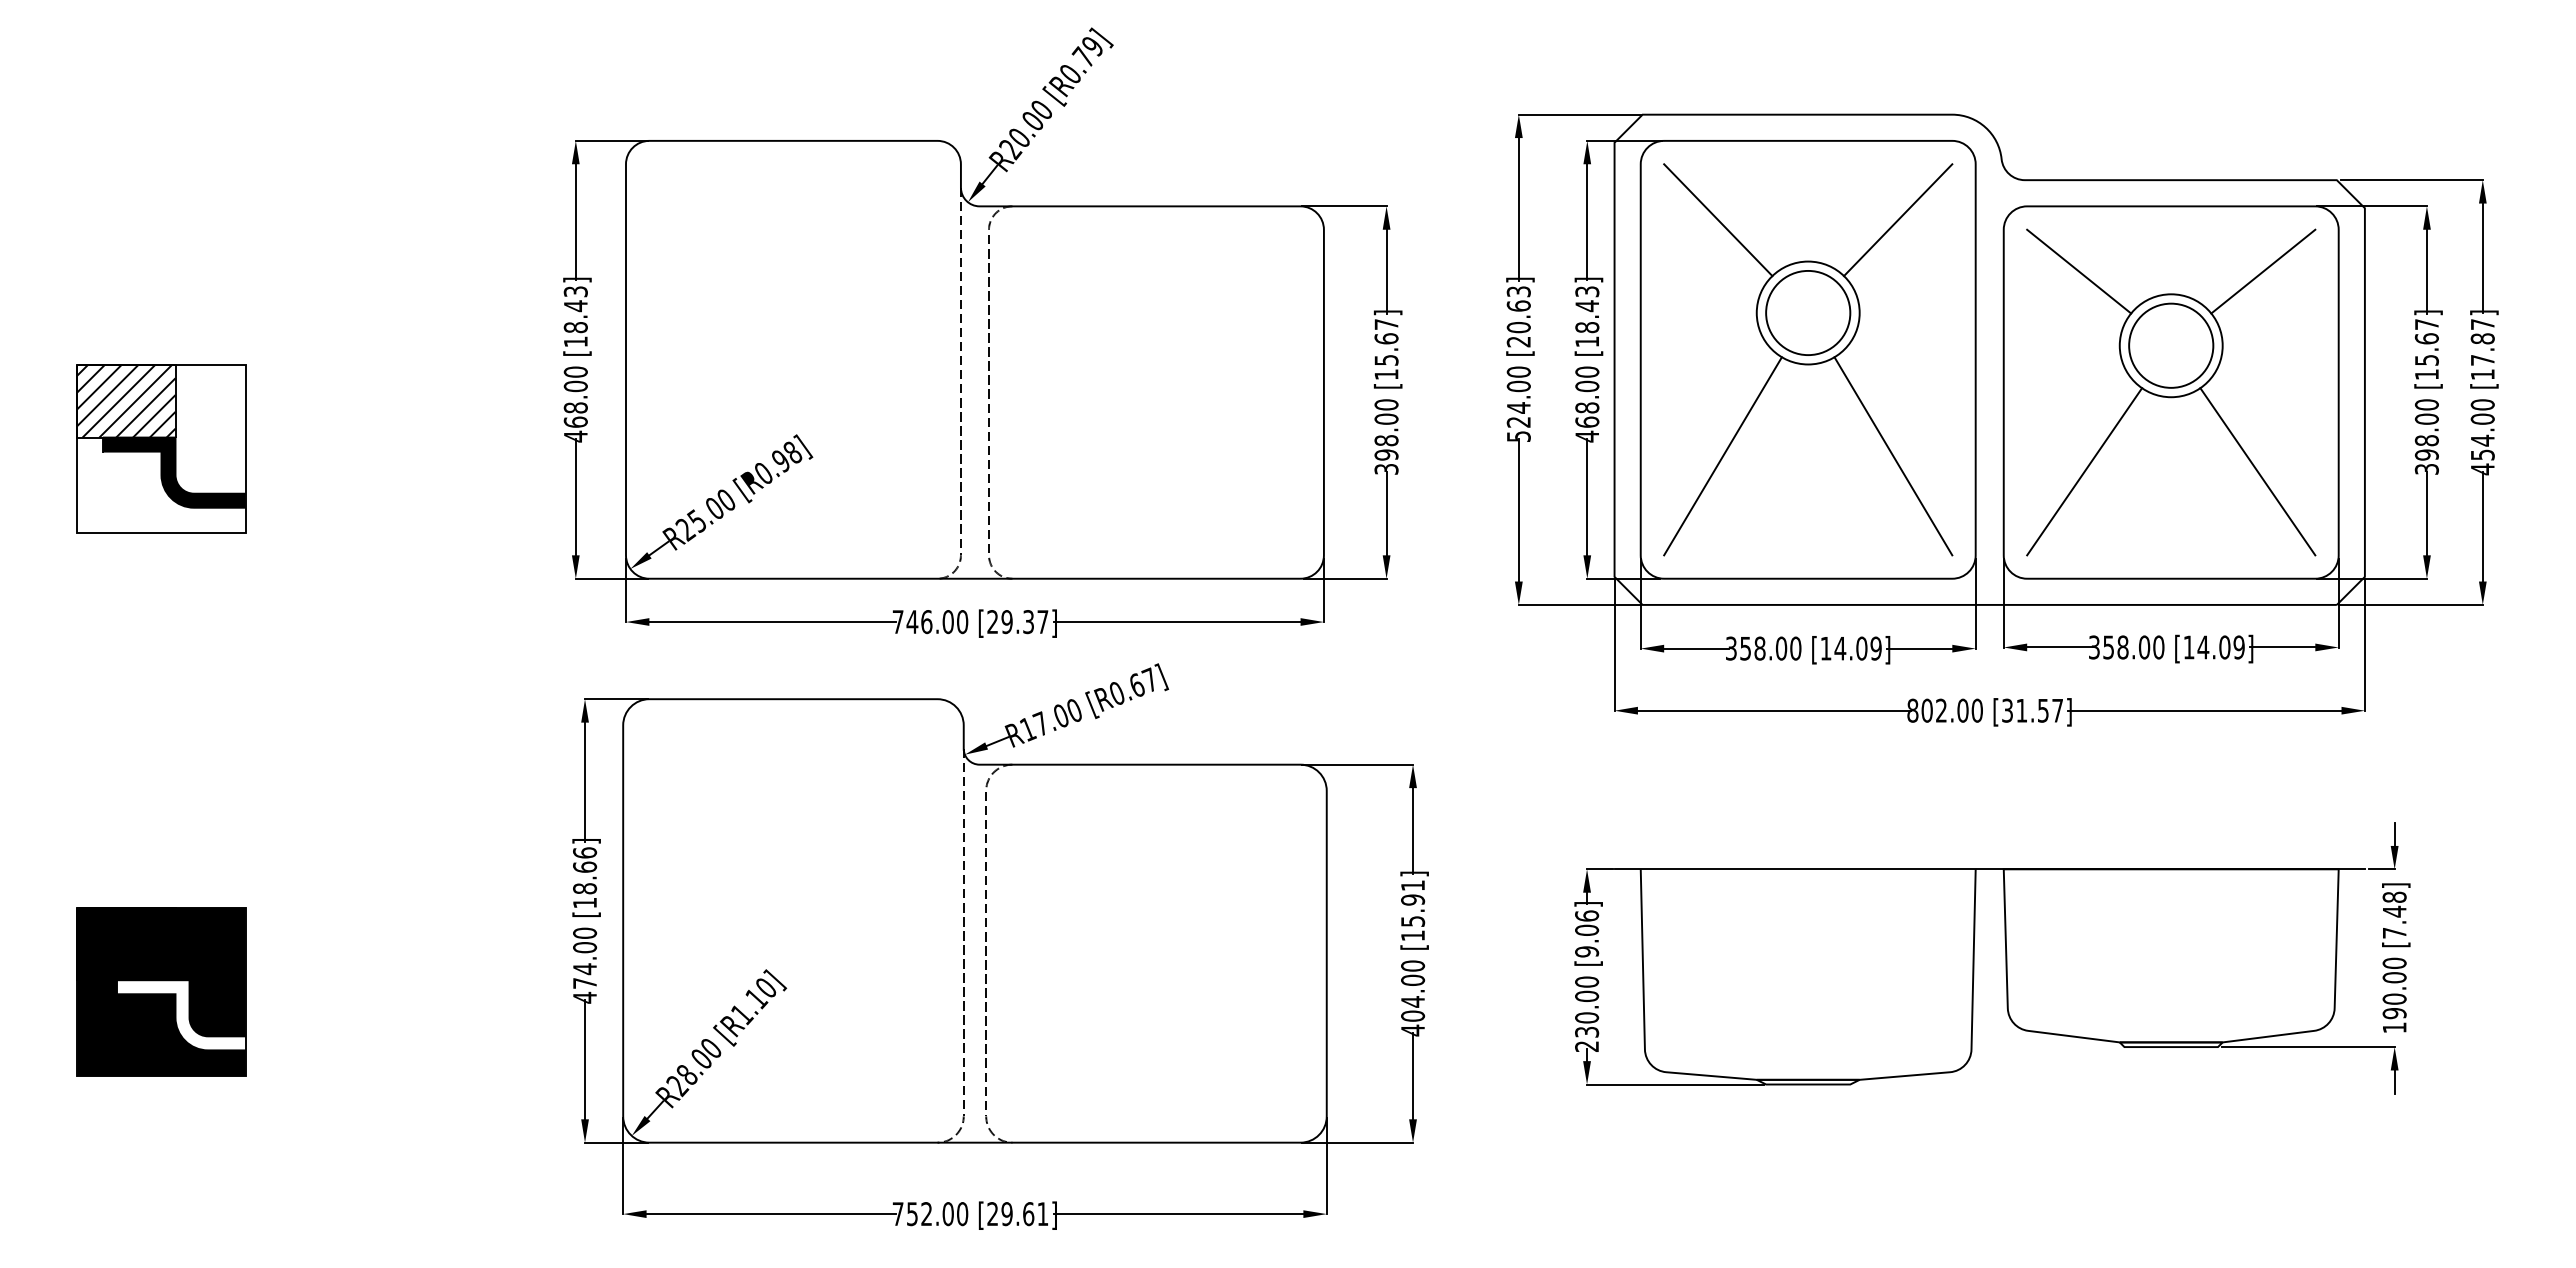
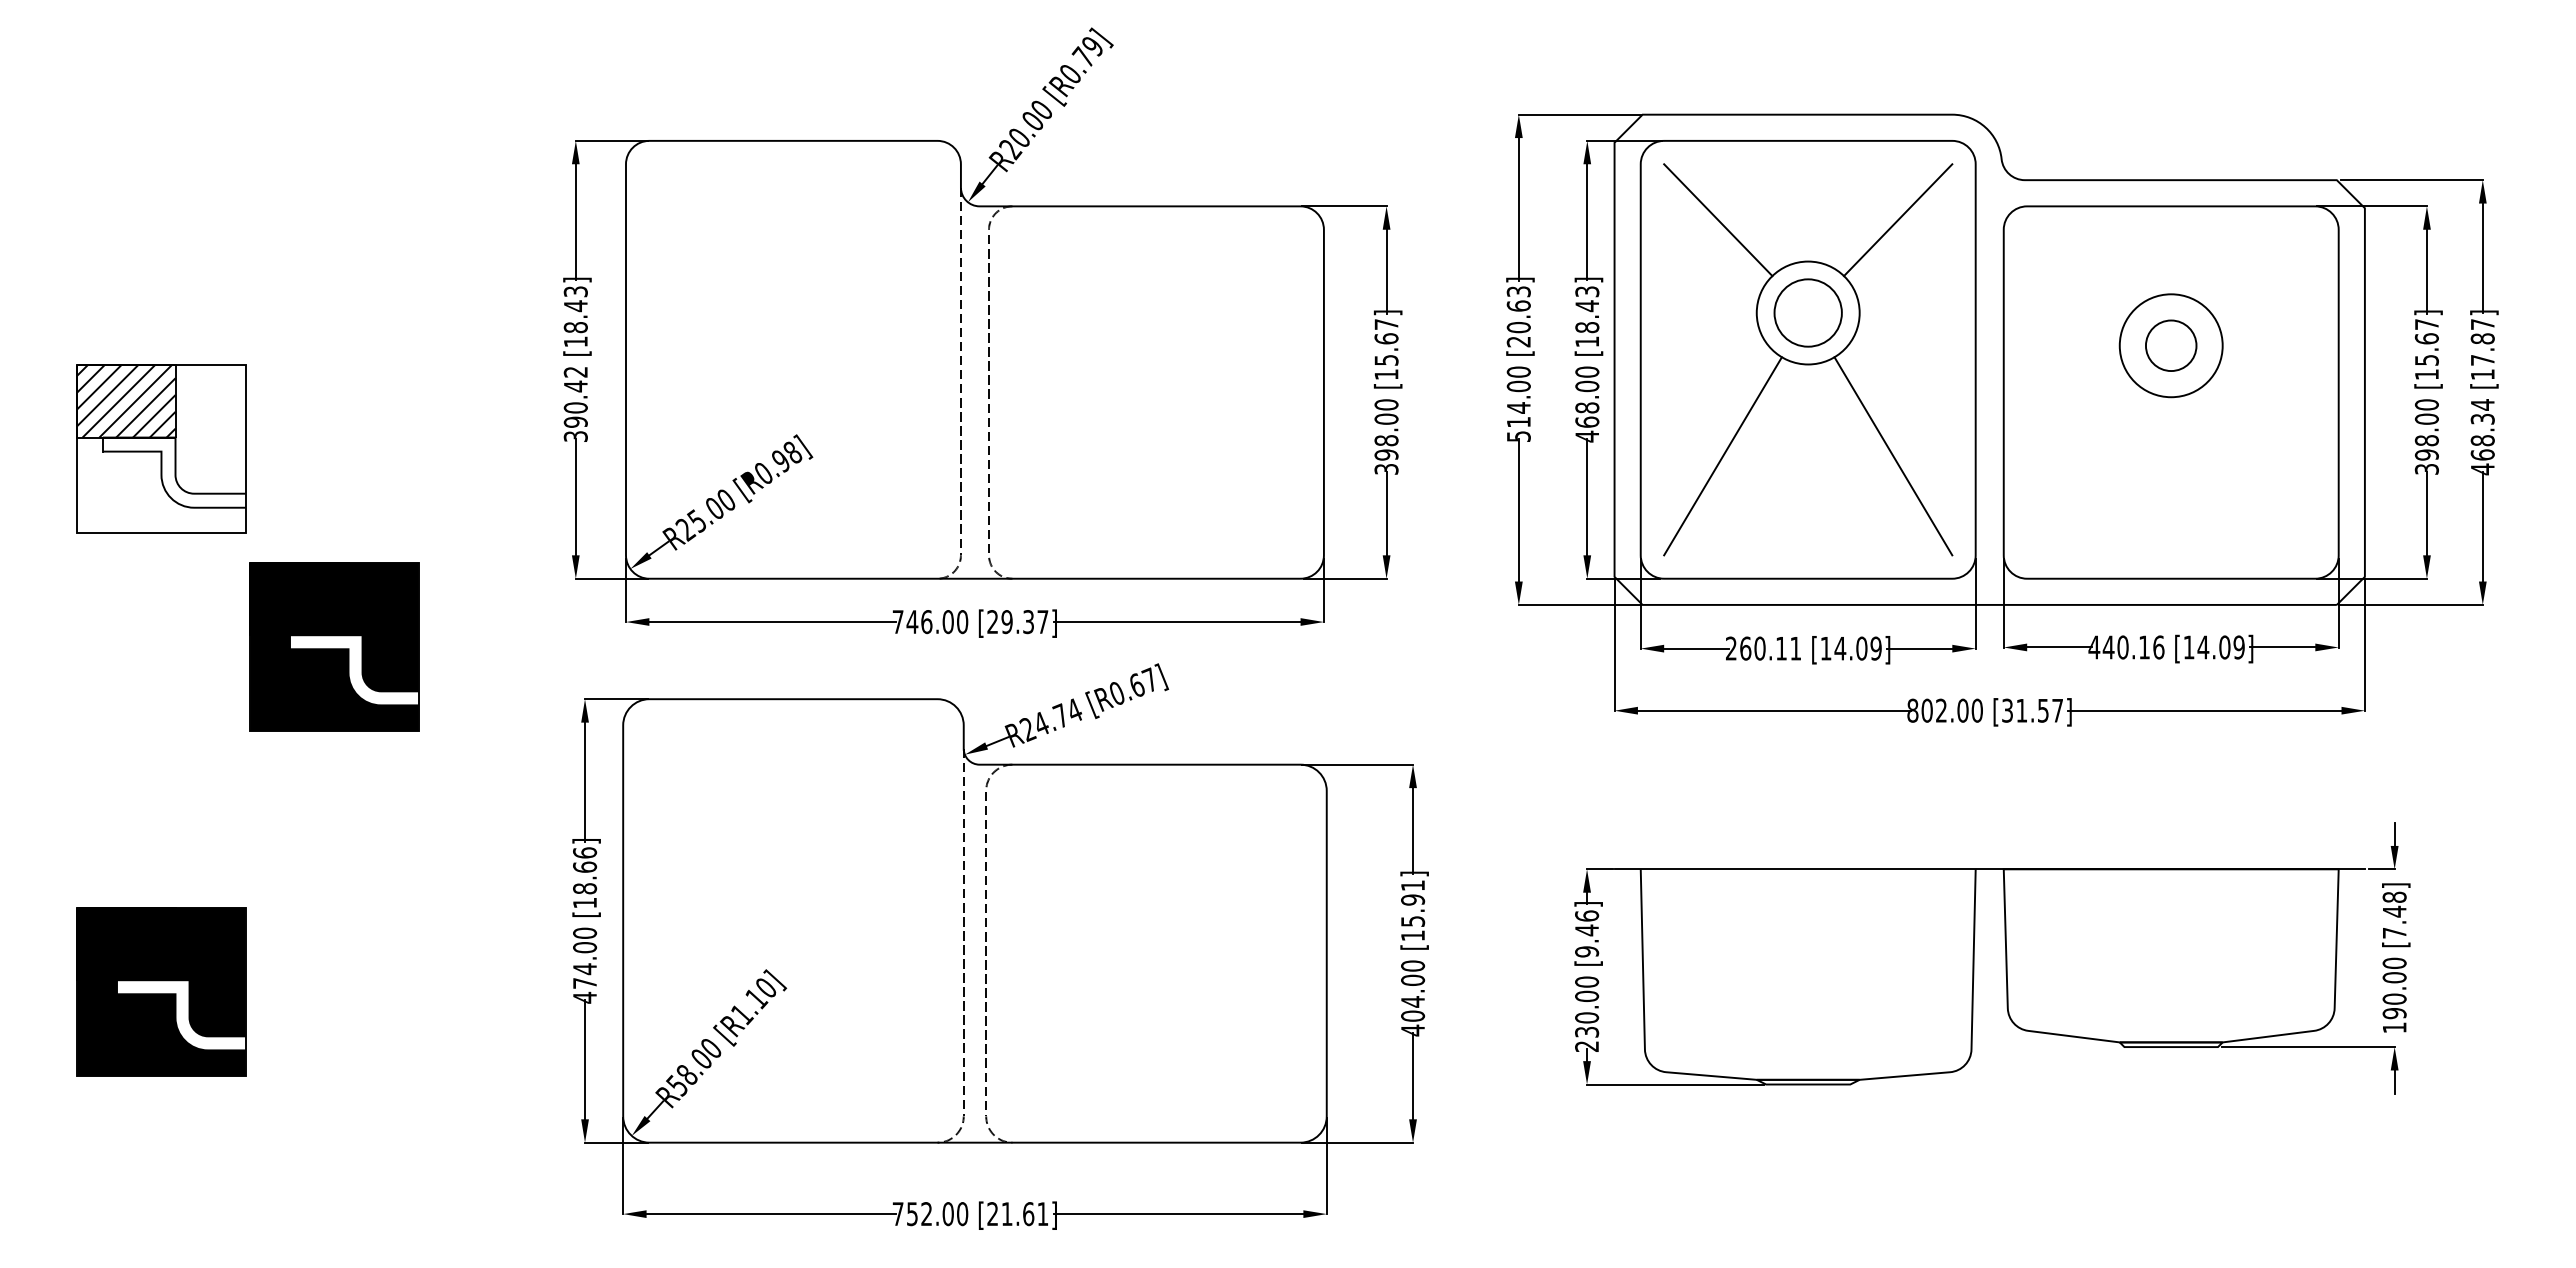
line at (2079, 271): present -> none
line at (2263, 271): present -> none
circle at (1808, 312) diameter: 84 px -> 67 px
circle at (2171, 345) diameter: 84 px -> 51 px
text at (575, 404): 468.00 -> 390.42
text at (1518, 422): 524.00 -> 514.00
text at (2482, 429): 454.00 -> 468.34
line at (2084, 471): present -> none
line at (2257, 471): present -> none
fill at (174, 472): present -> none
part at (334, 646): none -> present
text at (2126, 647): 358.00 -> 440.16
text at (1763, 648): 358.00 -> 260.11
text at (1050, 719): R17.00 -> R24.74
text at (1587, 930): [9.06] -> [9.46]
text at (677, 1085): R28.00 -> R58.00
text at (1006, 1214): [29.61] -> [21.61]
